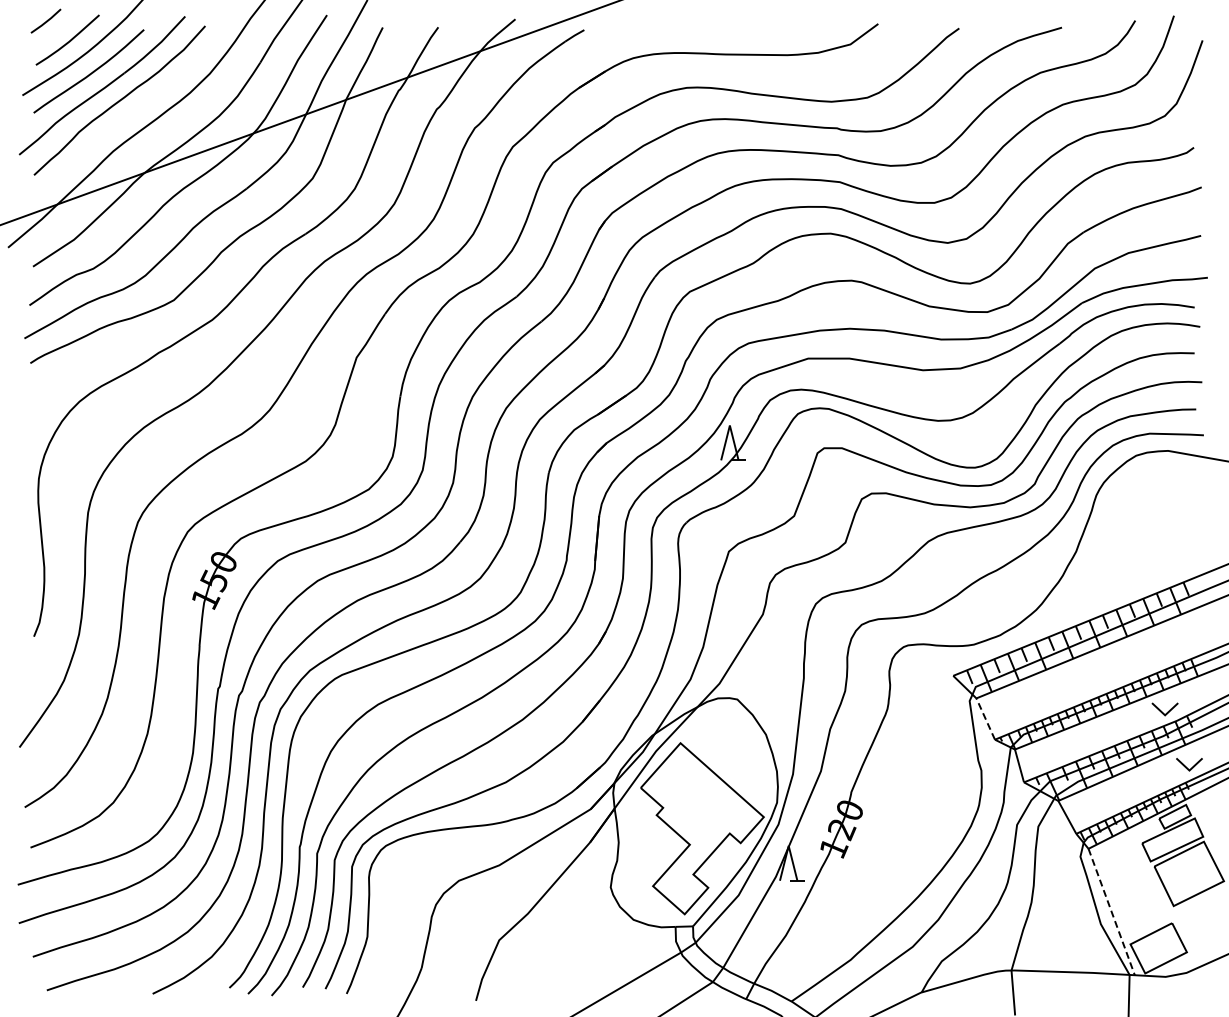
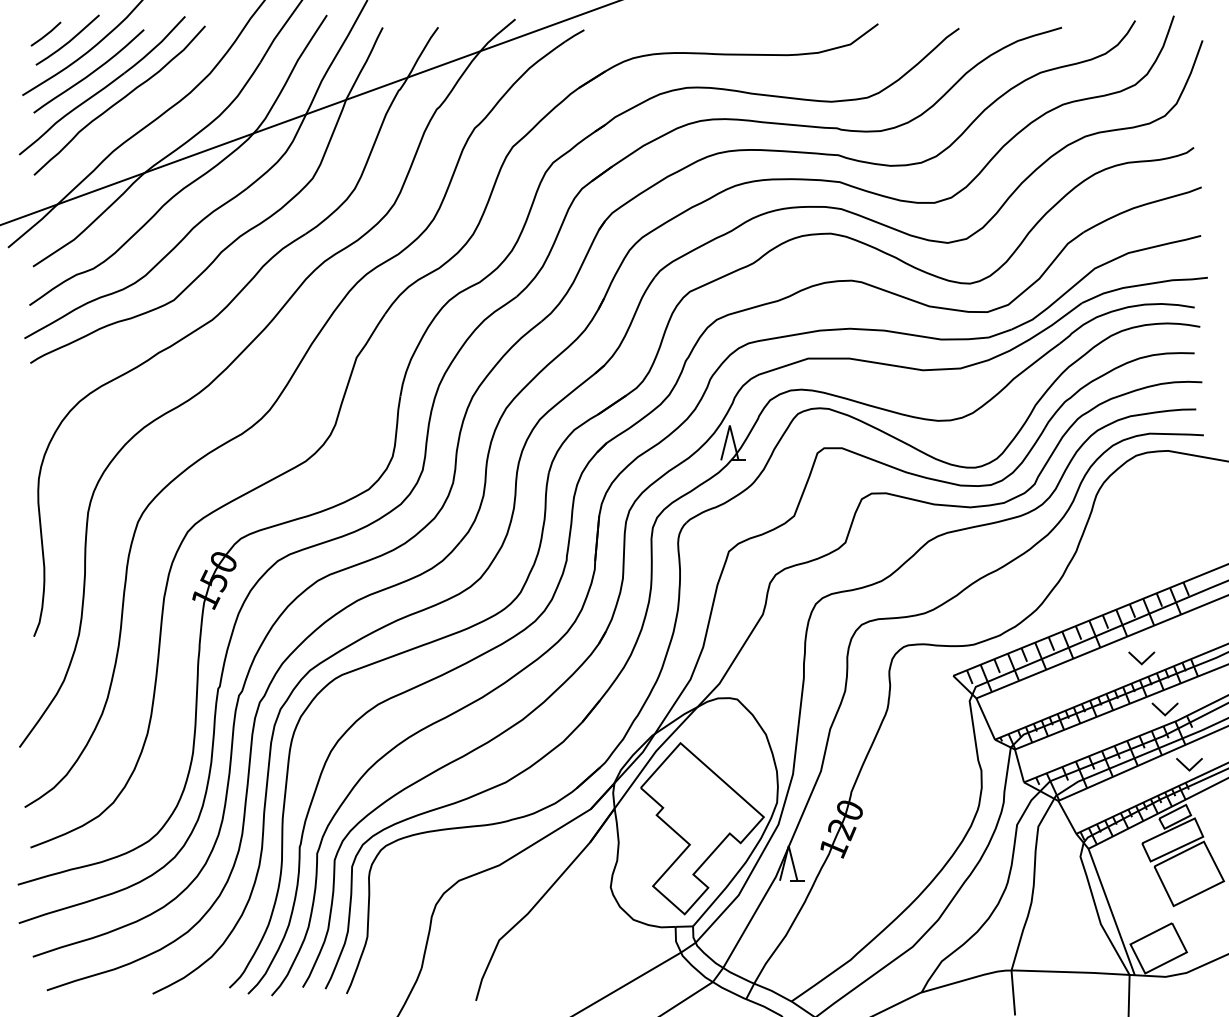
line at (46, 20) position: (46, 20) -> (46, 33)
part at (1141, 658): none -> present
line at (985, 719): dashed -> solid
line at (1111, 912): dashed -> solid
